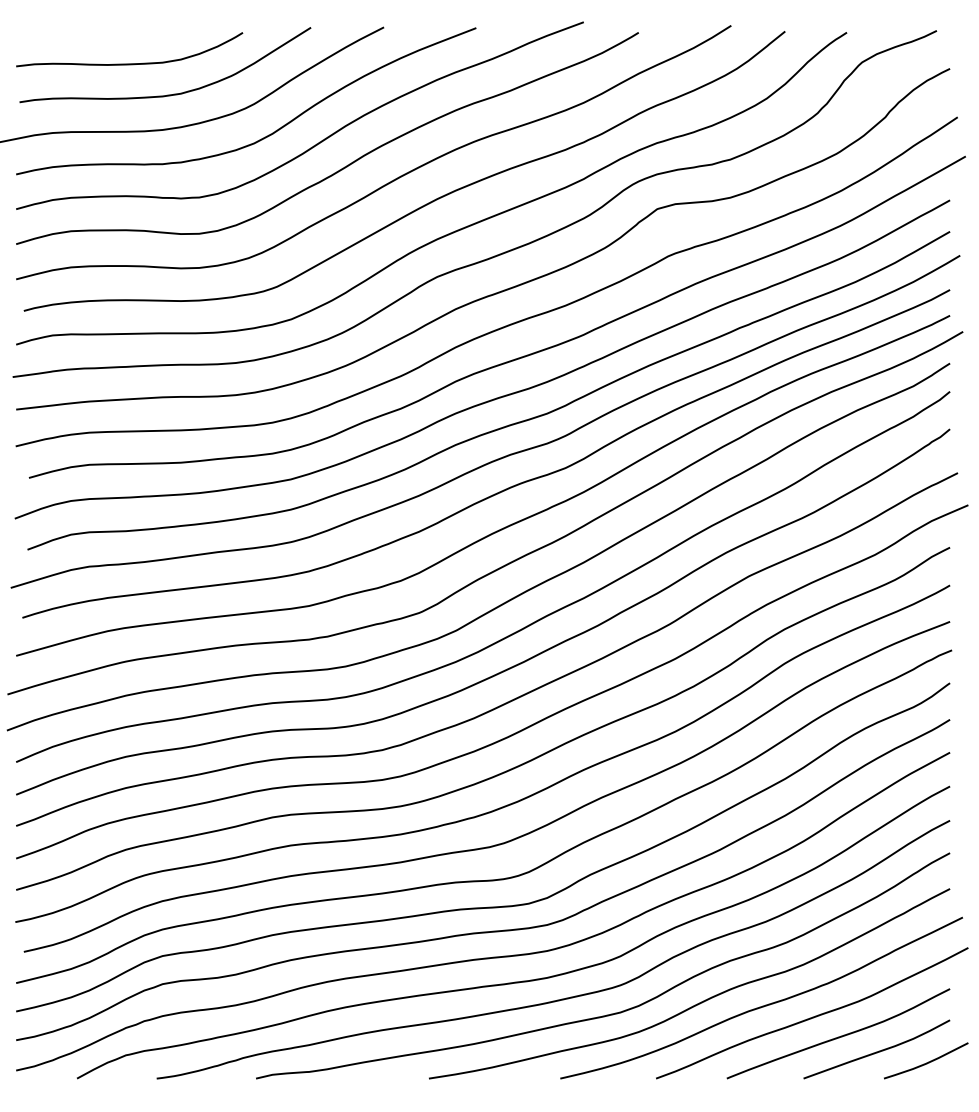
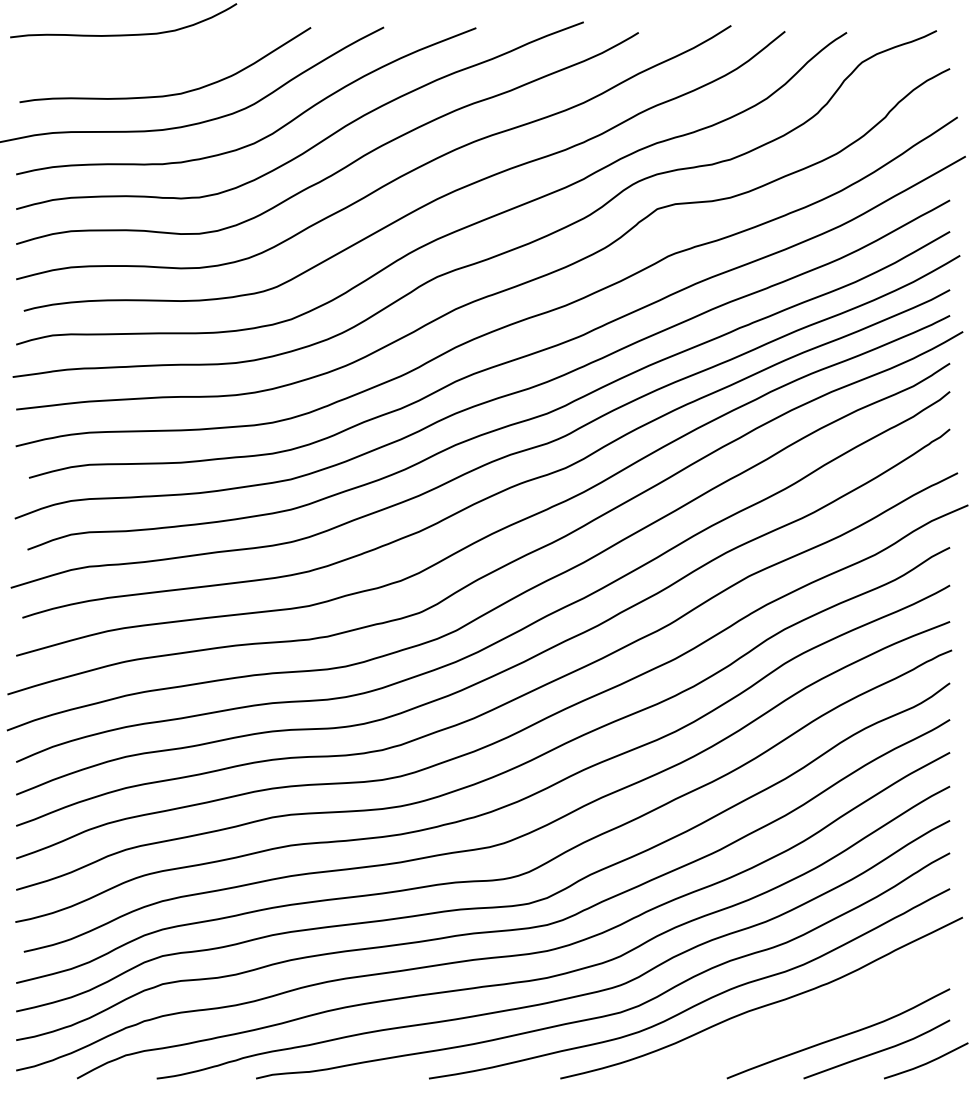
curve at (129, 63) position: (129, 63) -> (123, 34)
curve at (812, 1016): present -> none
